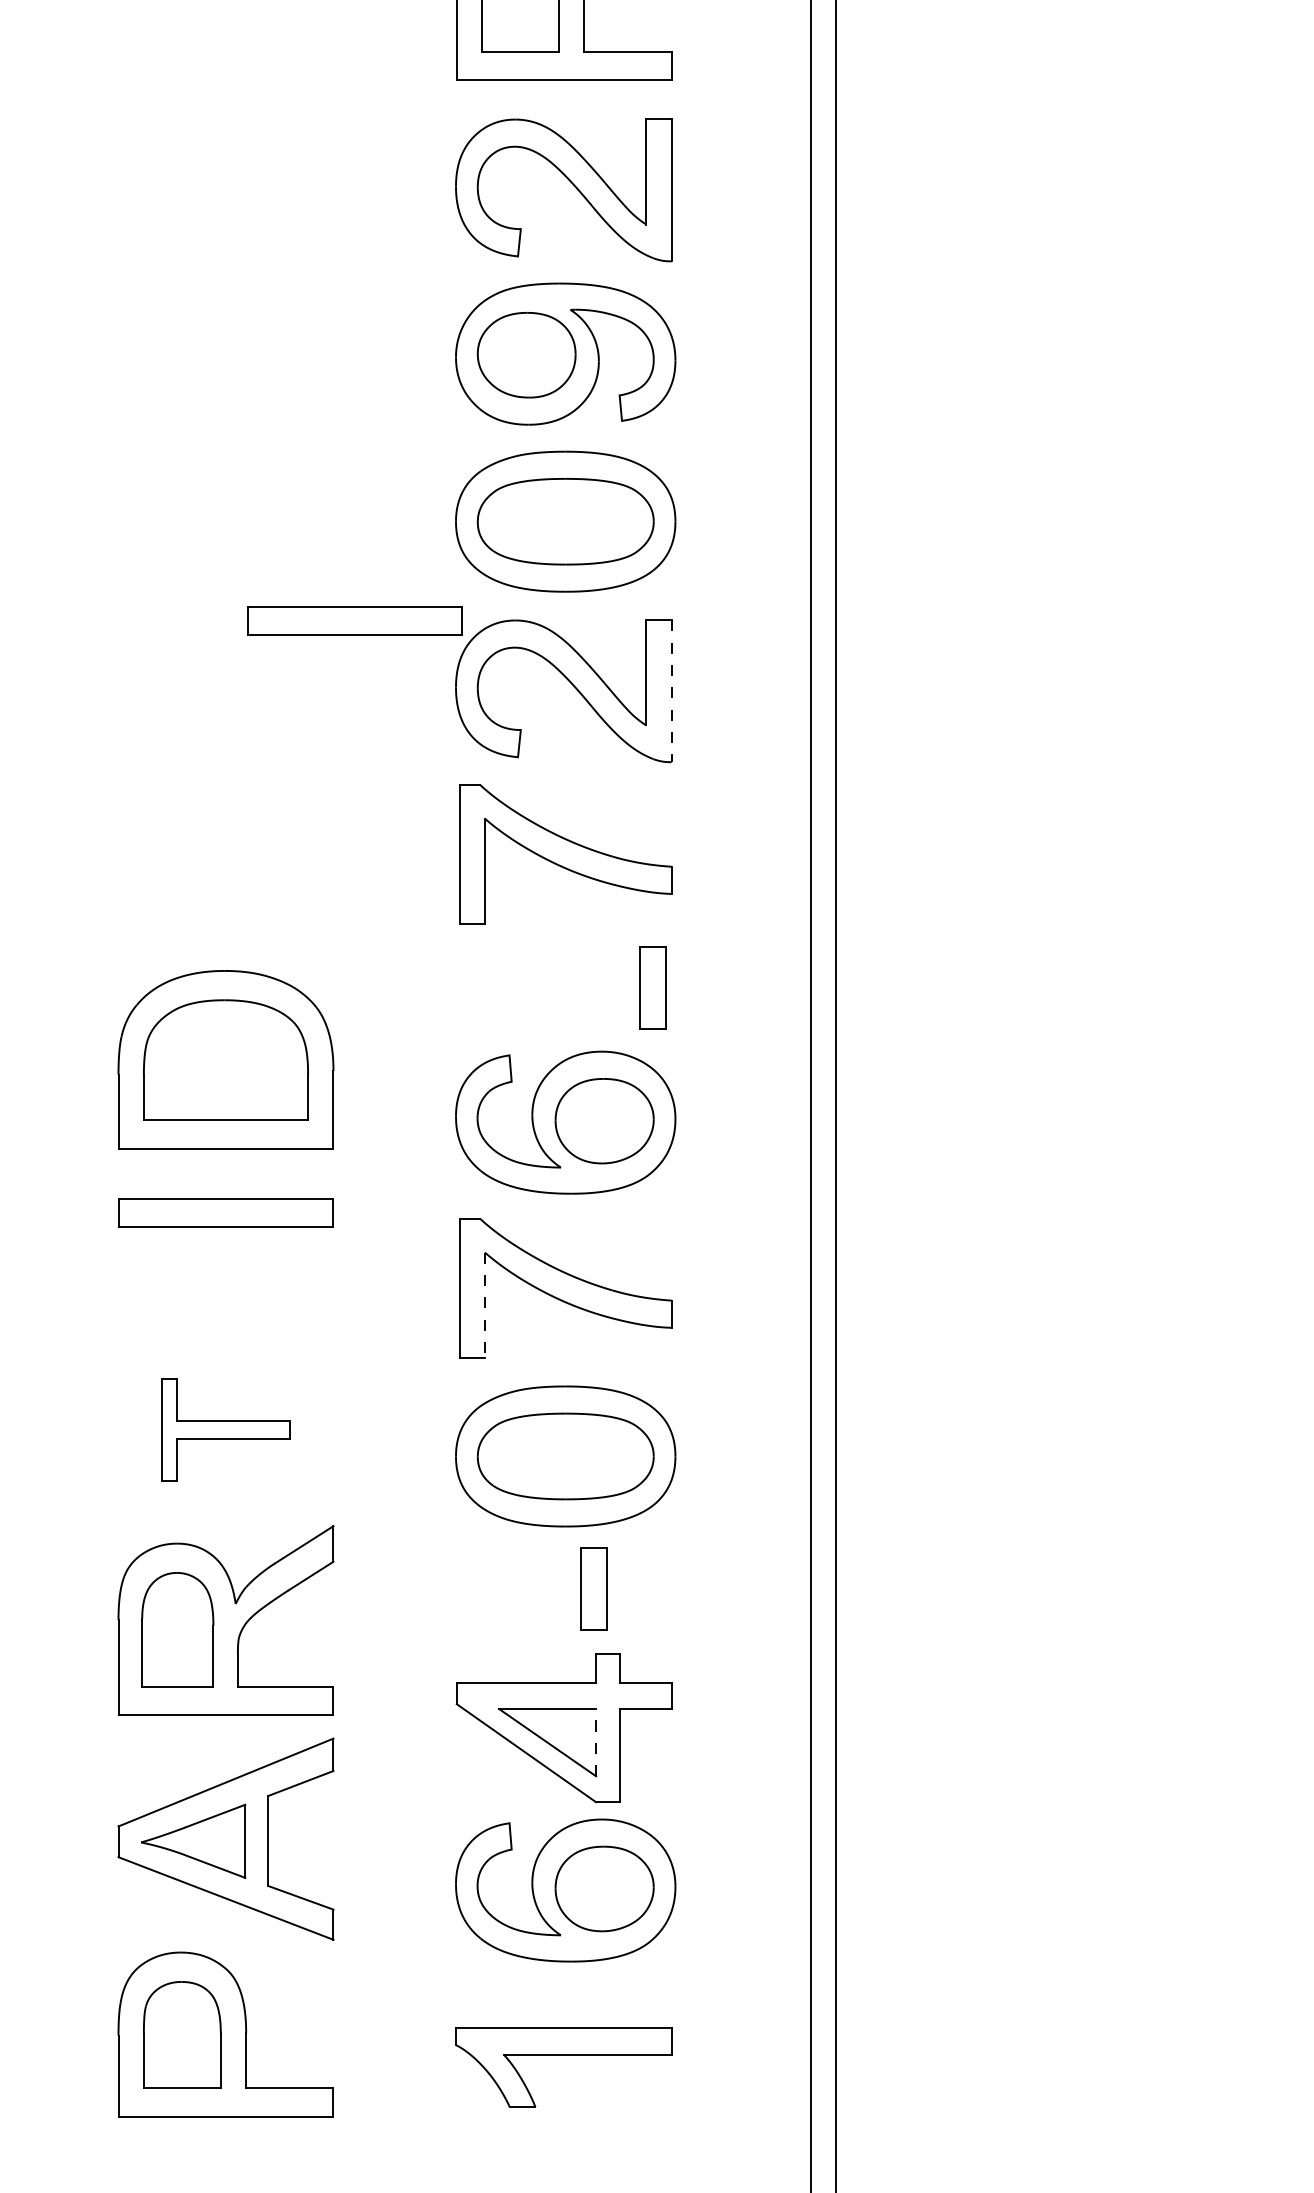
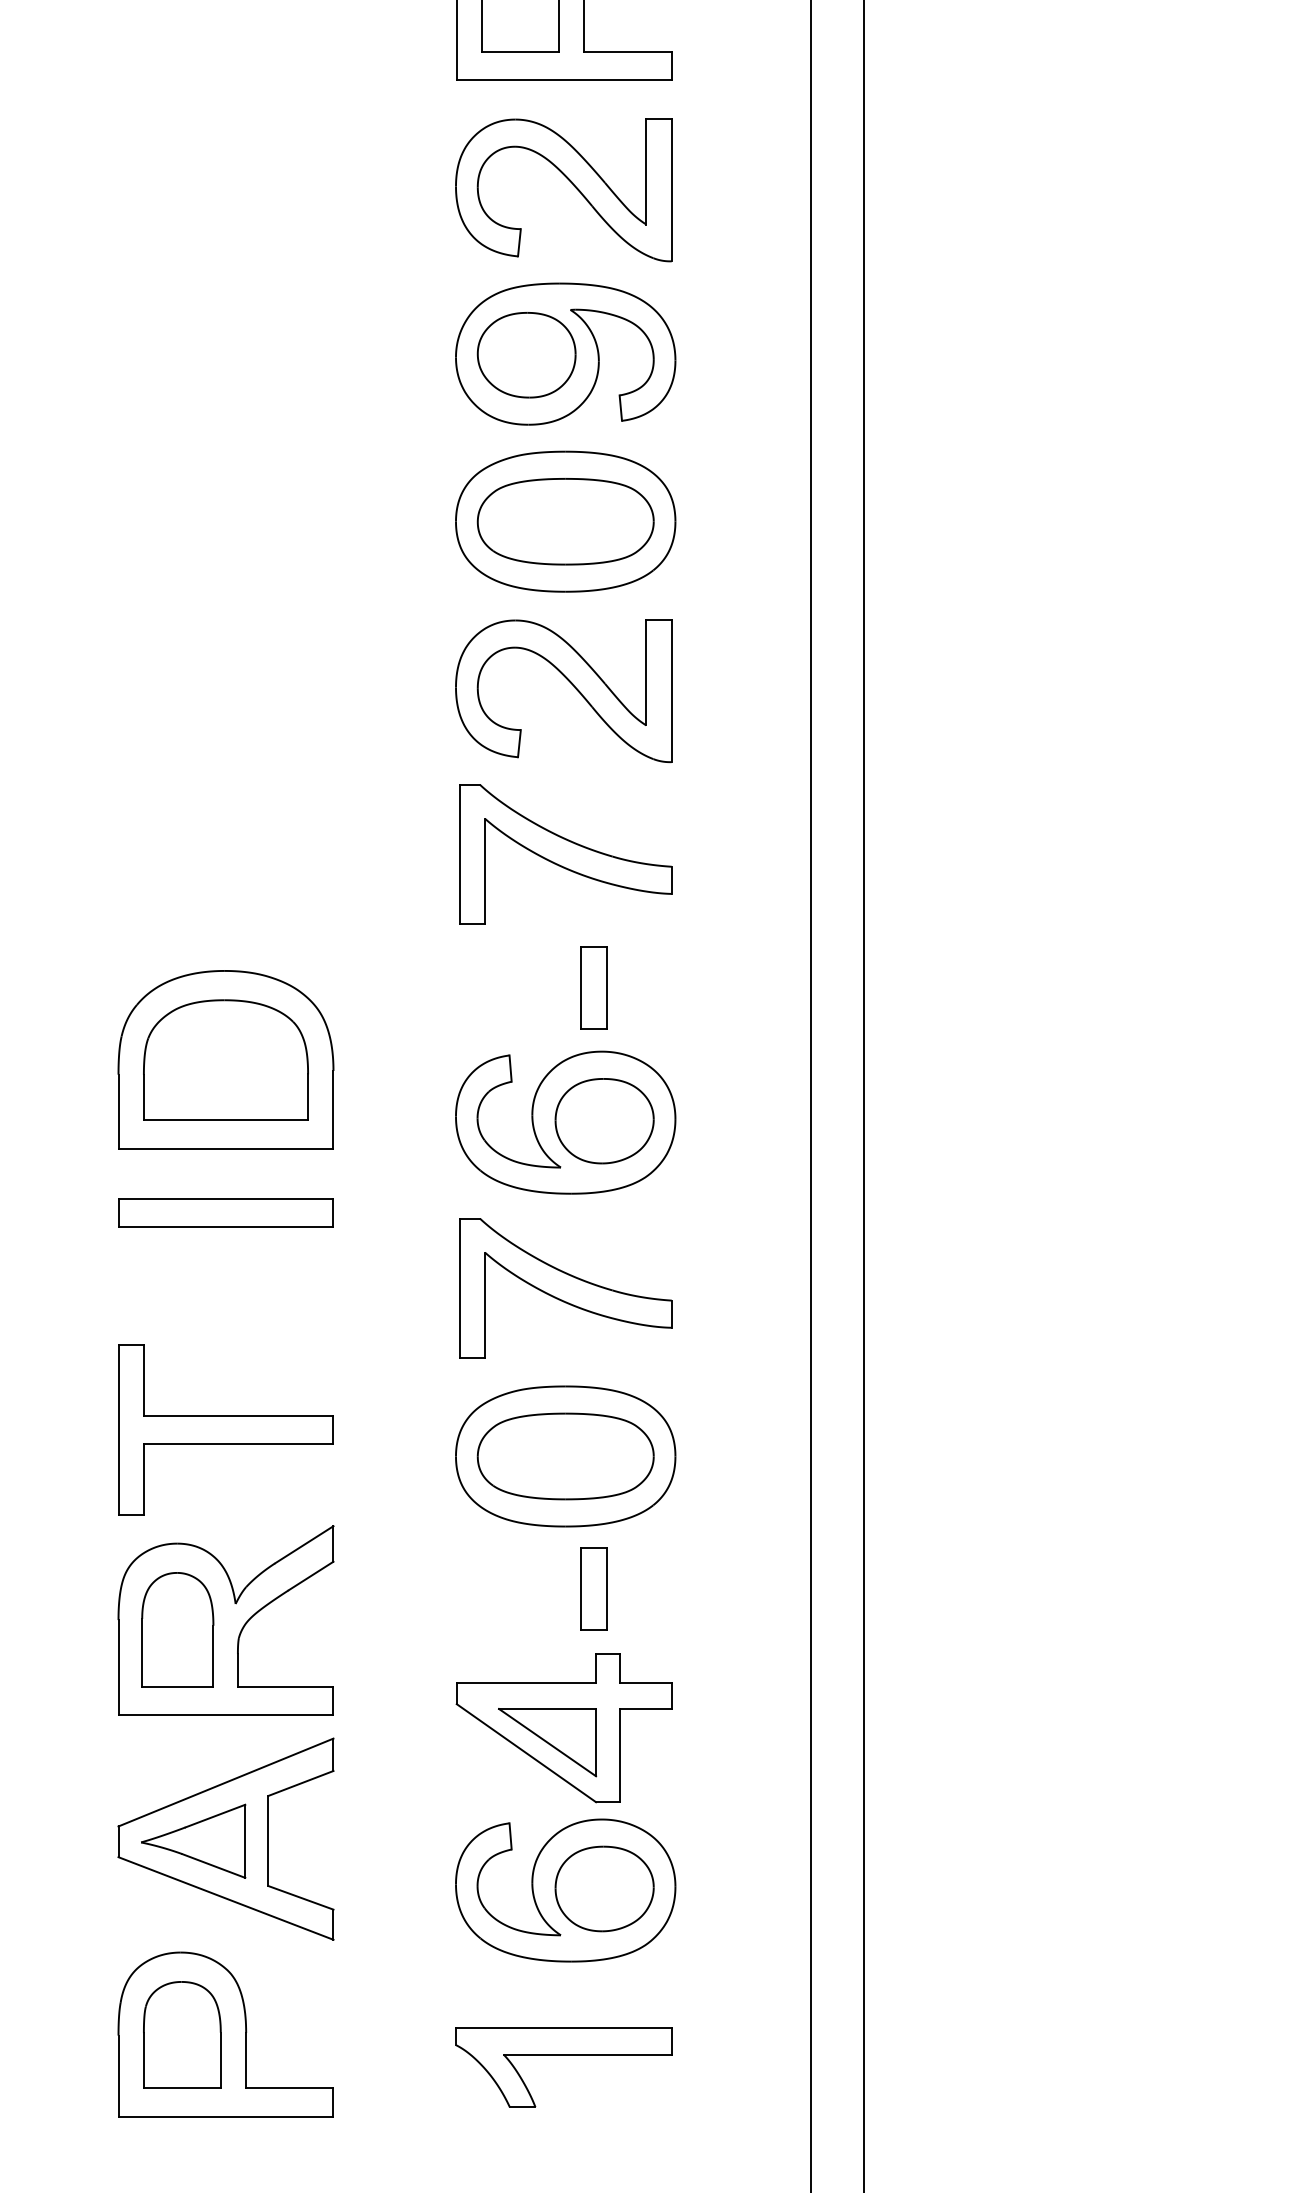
part at (354, 620): present -> none
line at (671, 691): dashed -> solid
part at (652, 987) position: (652, 987) -> (593, 987)
line at (836, 1095) position: (836, 1095) -> (864, 1095)
line at (484, 1305): dashed -> solid
part at (225, 1429) size: 130x104 px -> 216x172 px
line at (596, 1742): dashed -> solid
